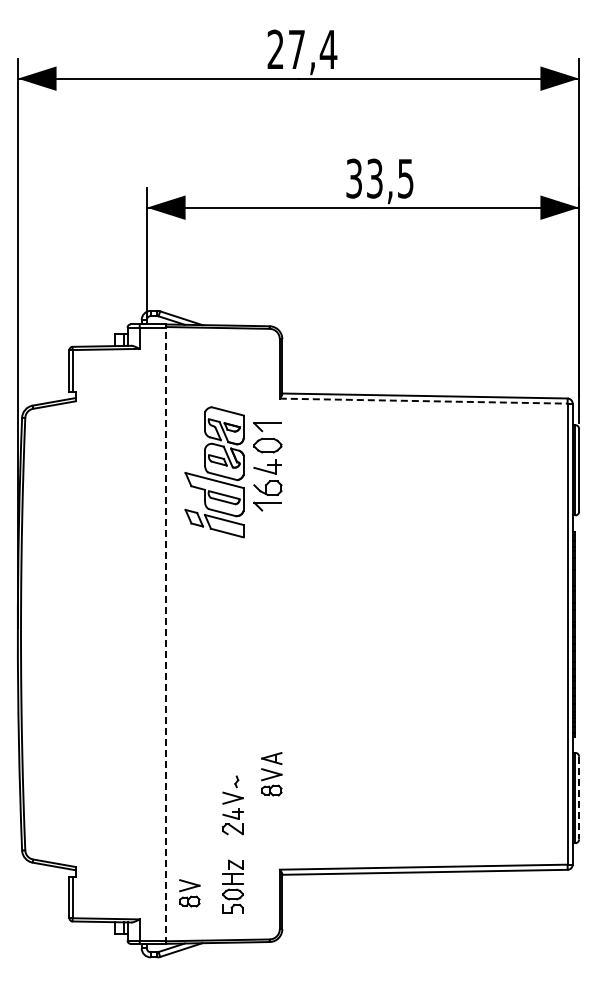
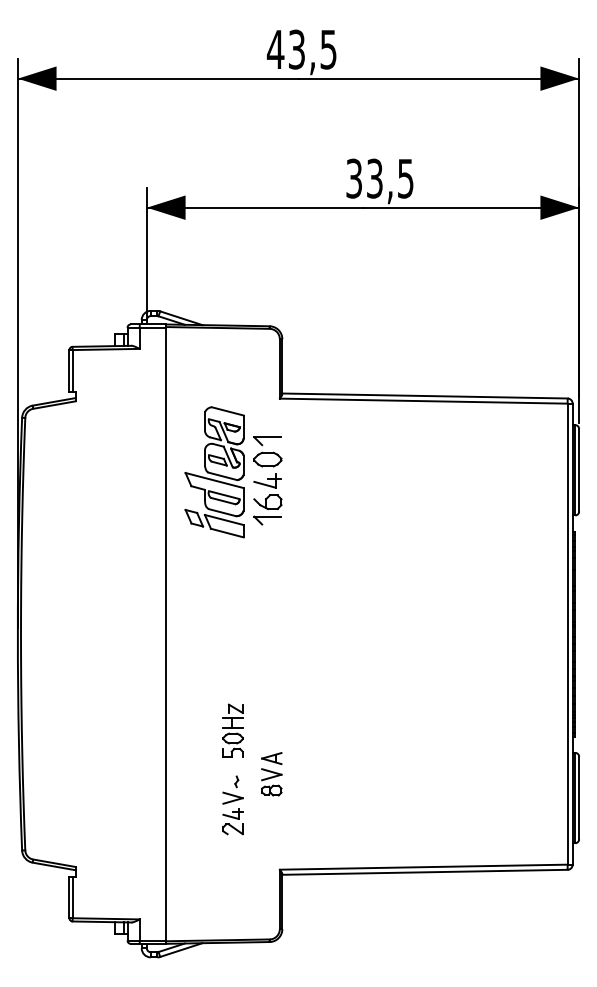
text at (301, 49): 27,4 -> 43,5
line at (423, 401): dashed -> solid
part at (267, 466) position: (267, 466) -> (267, 480)
line at (166, 634): dashed -> solid
line at (579, 798): dashed -> solid
part at (232, 886) position: (232, 886) -> (232, 730)
part at (189, 893): present -> none
